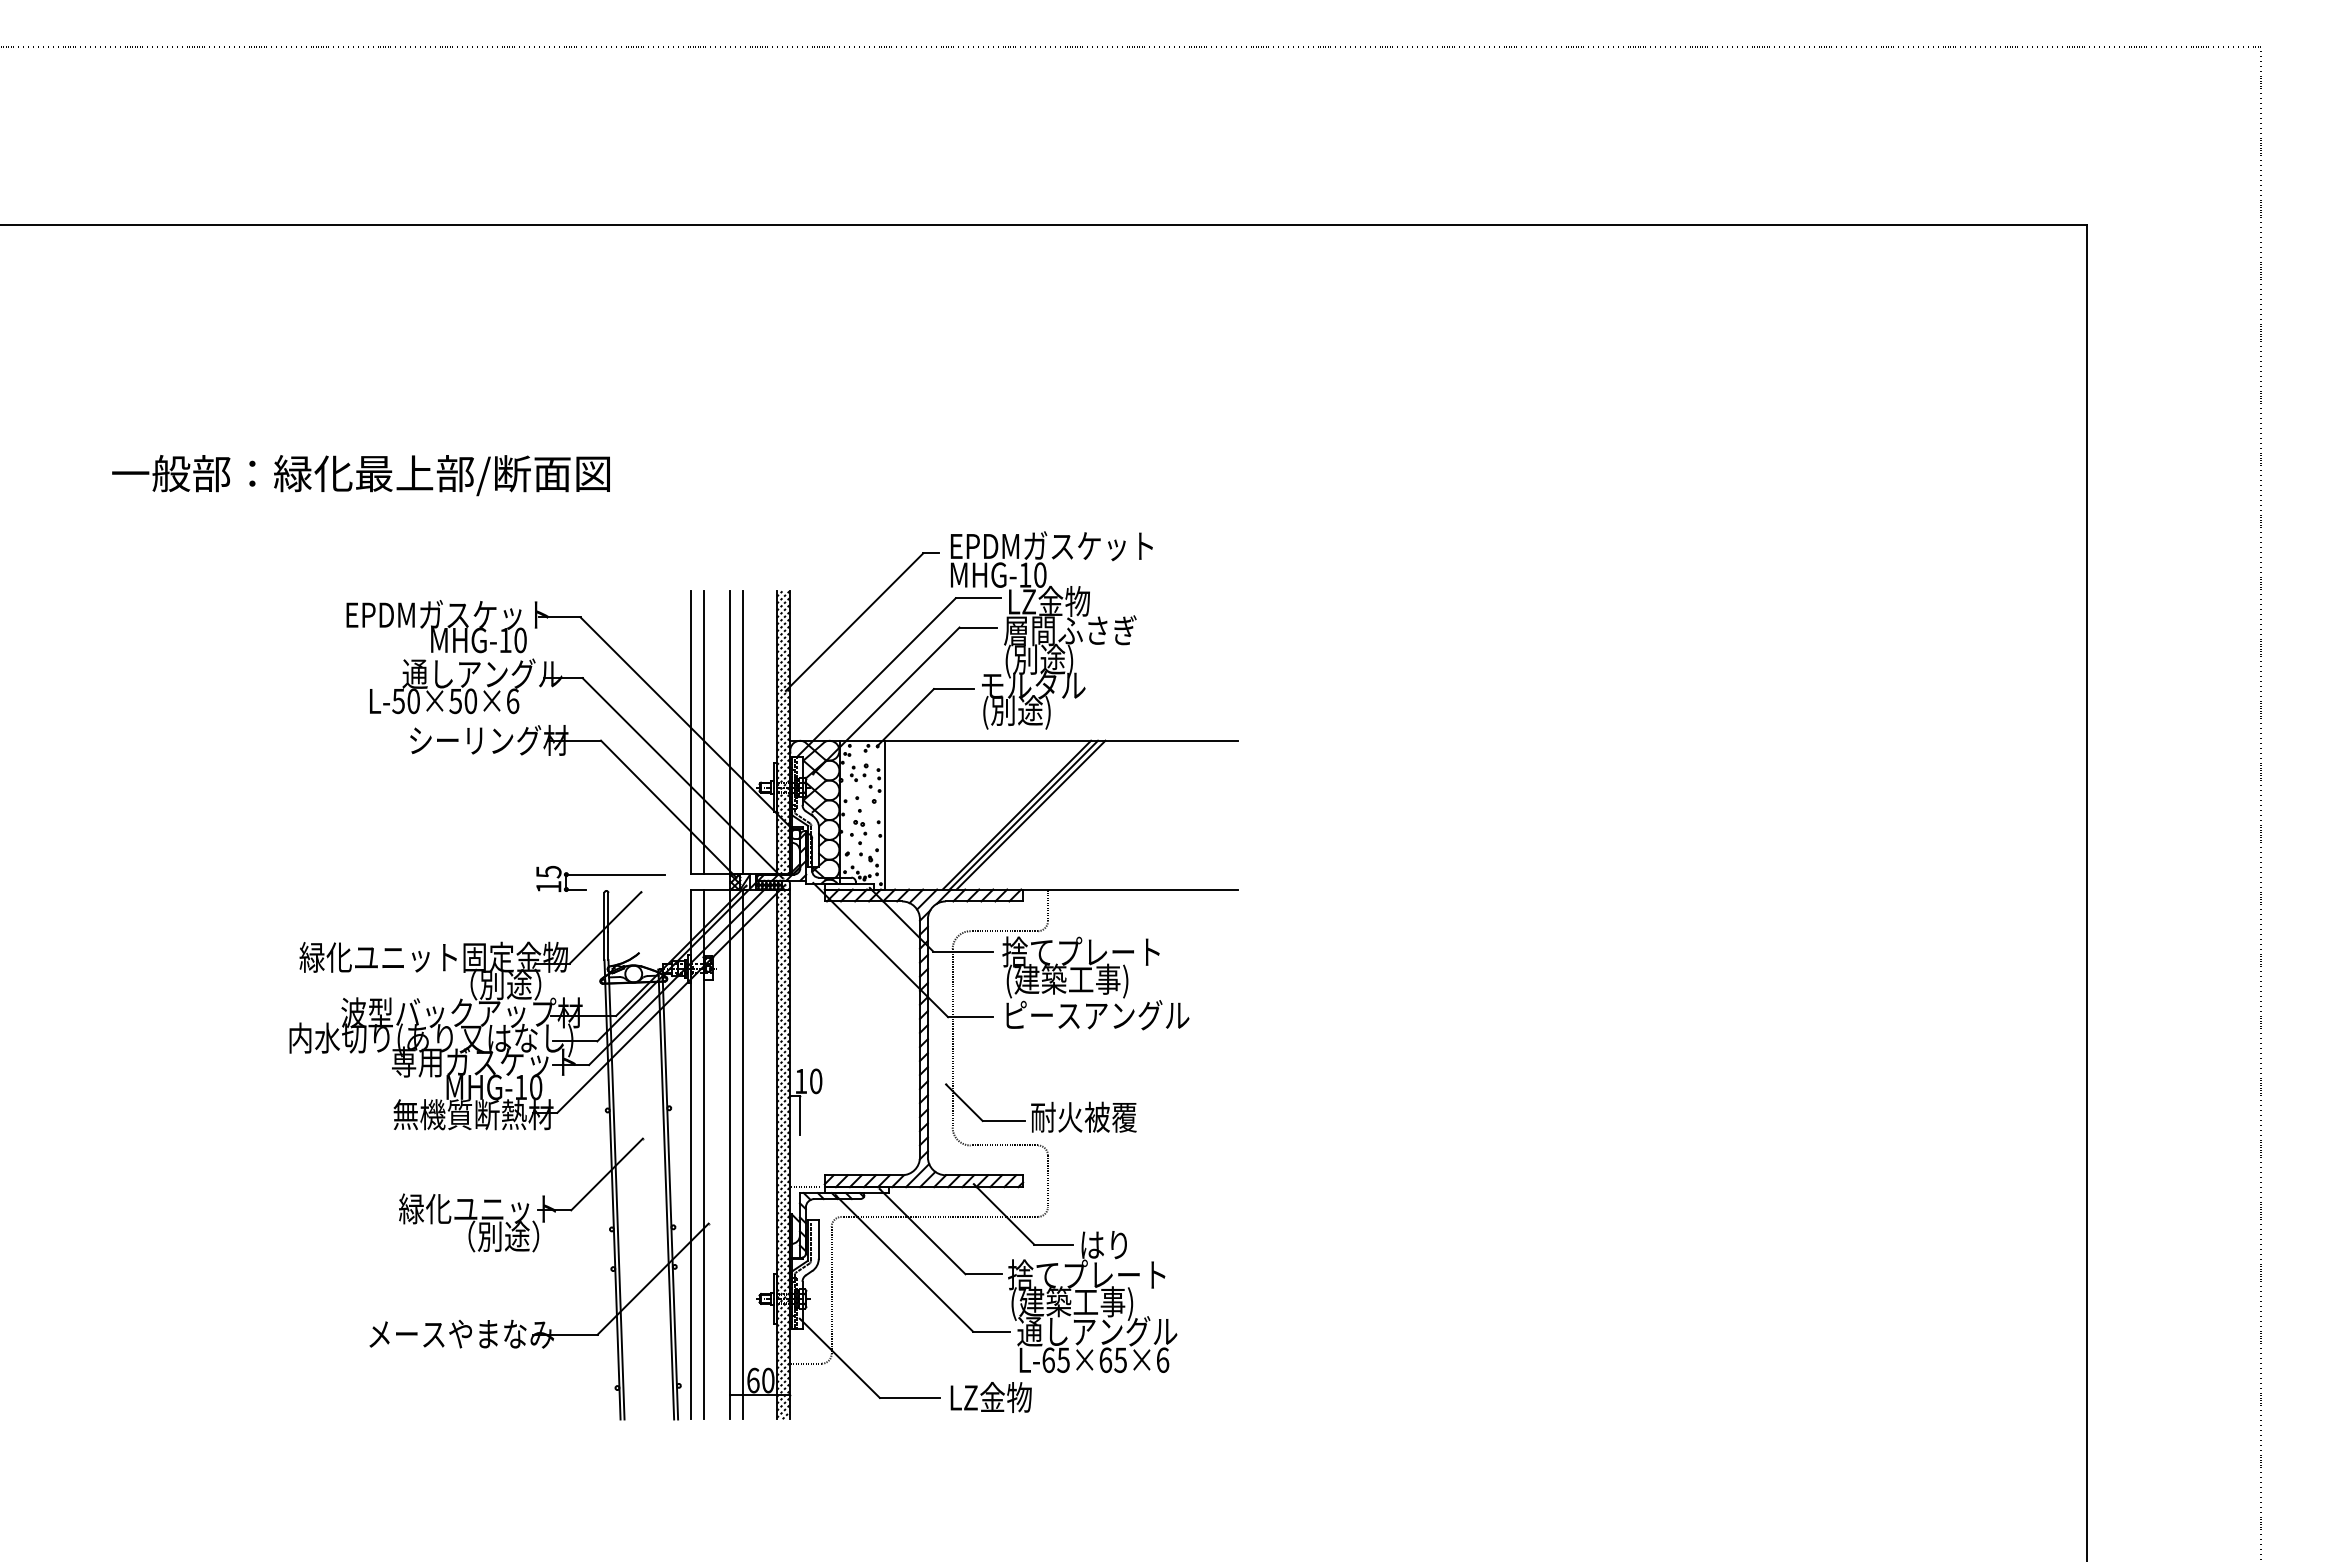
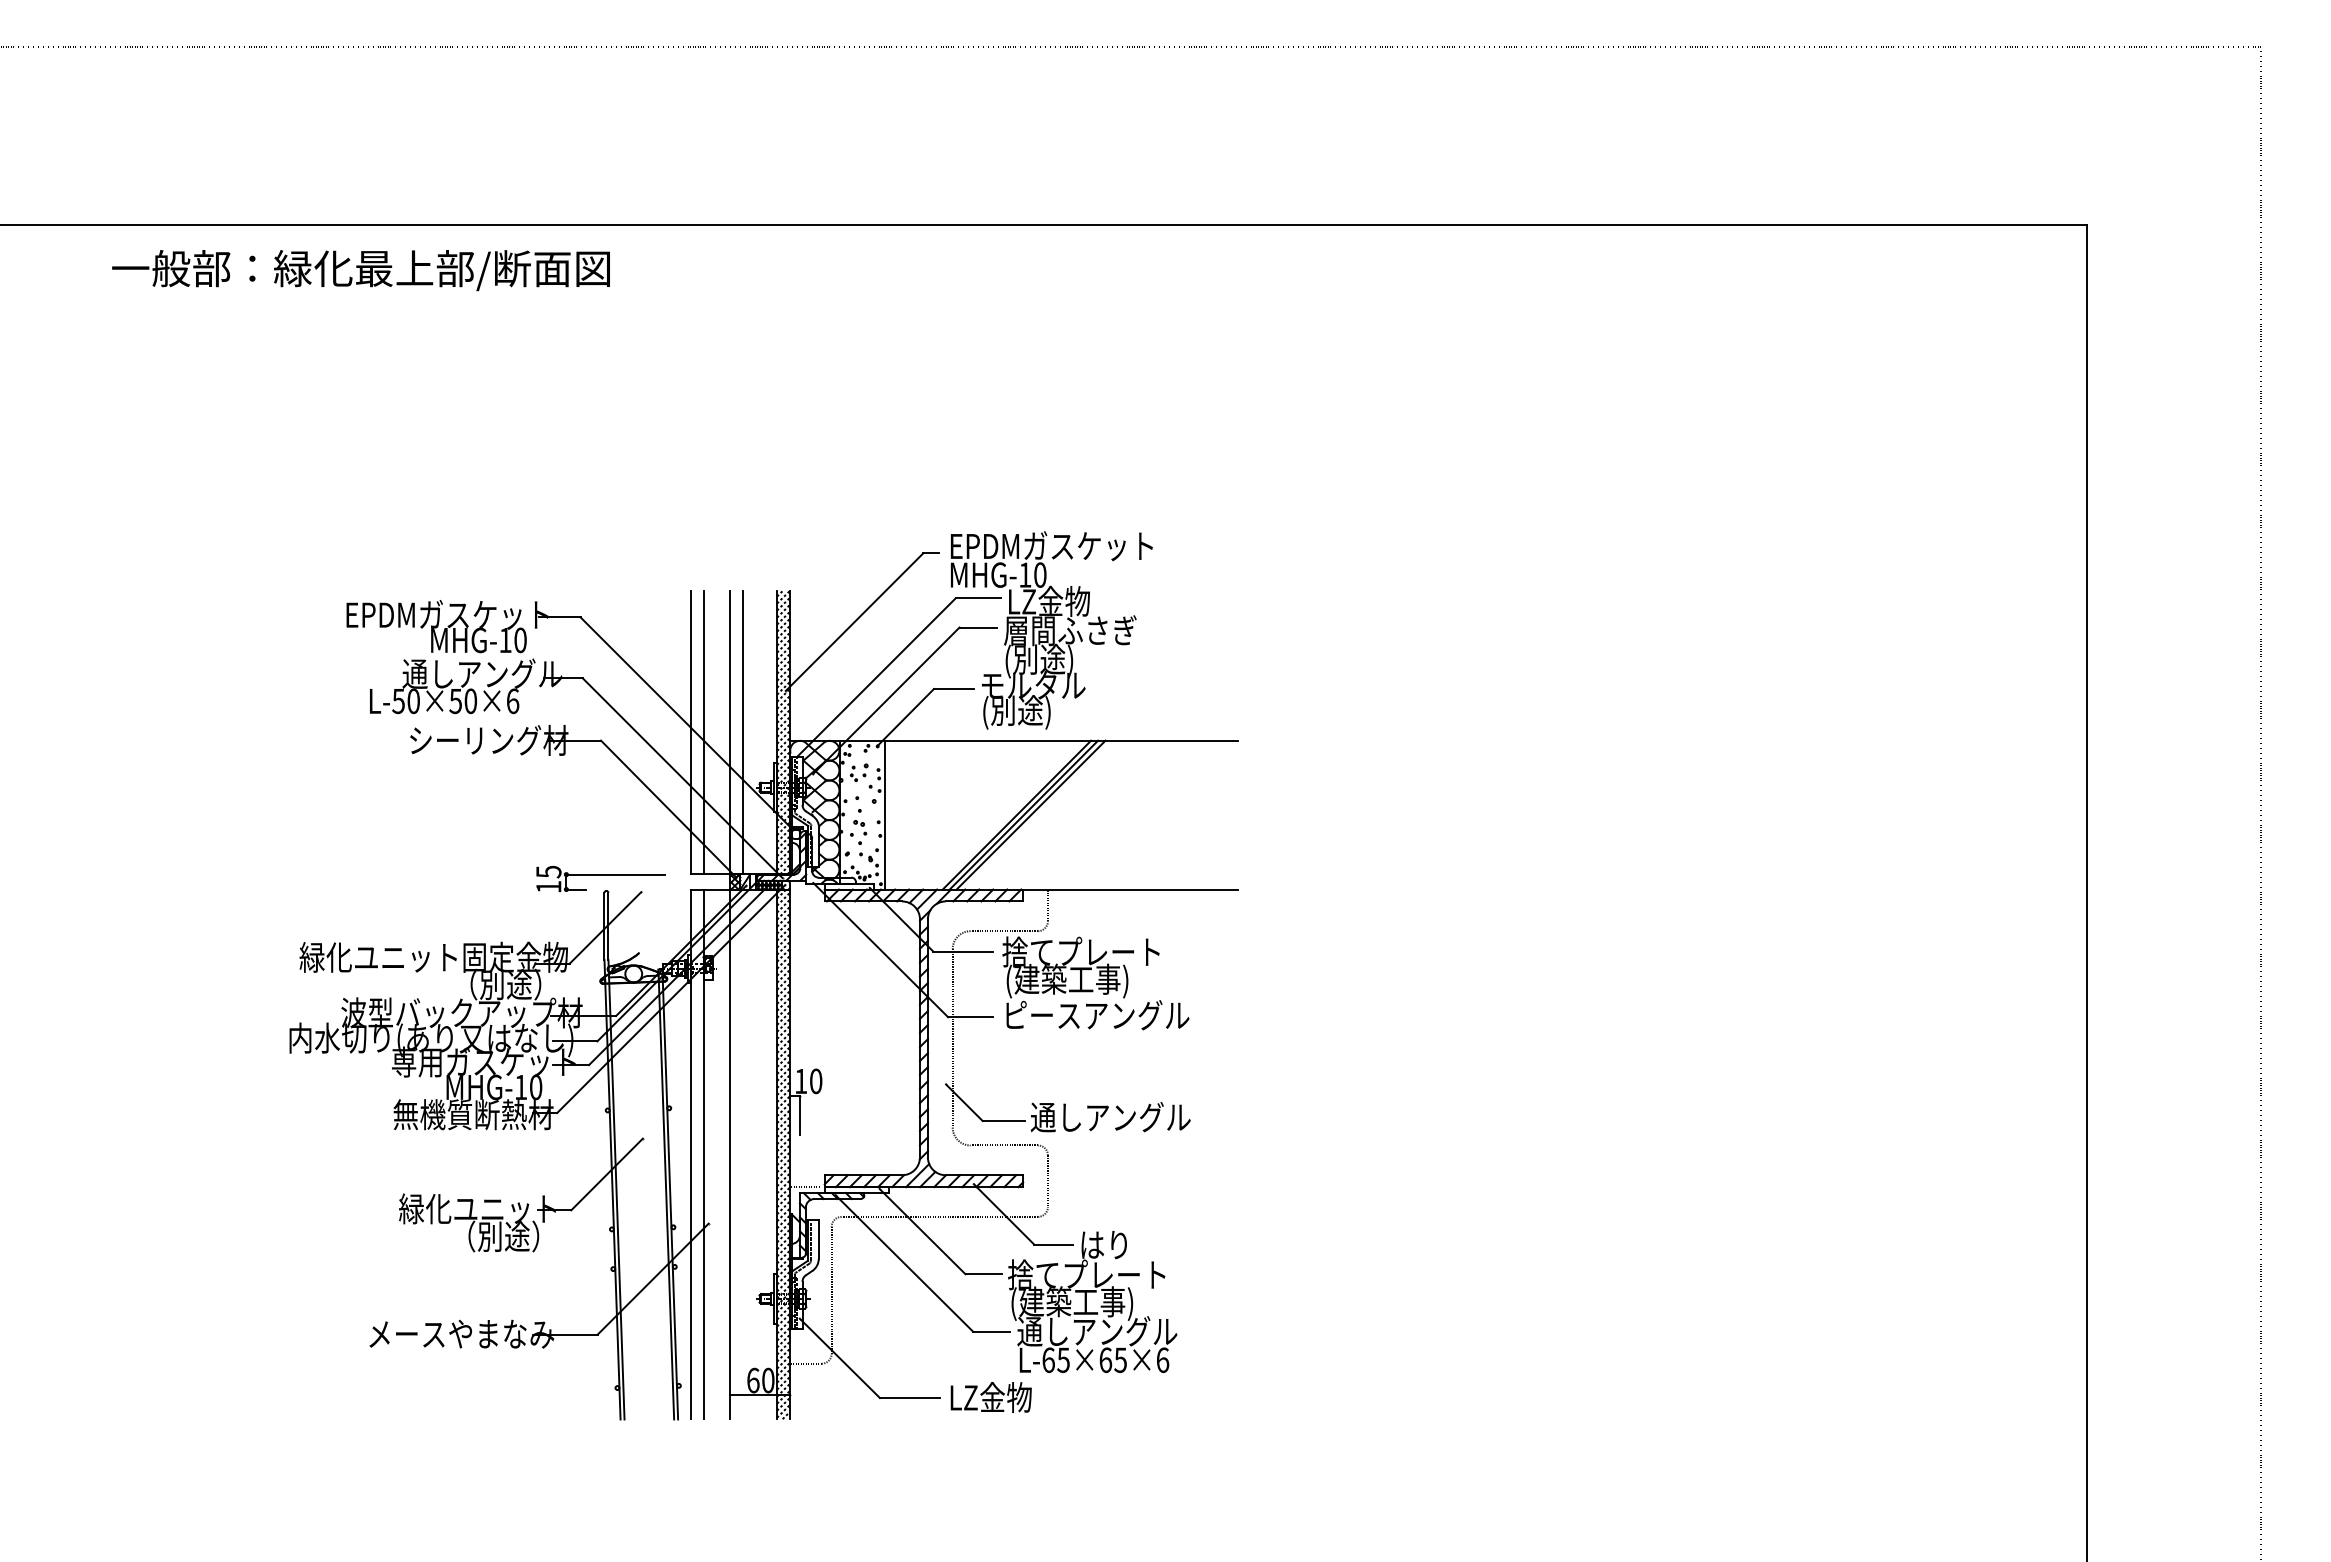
text at (360, 475) position: (360, 475) -> (360, 270)
text at (1110, 1116): 耐火被覆 -> 通しアングル
line at (743, 1154): present -> none
